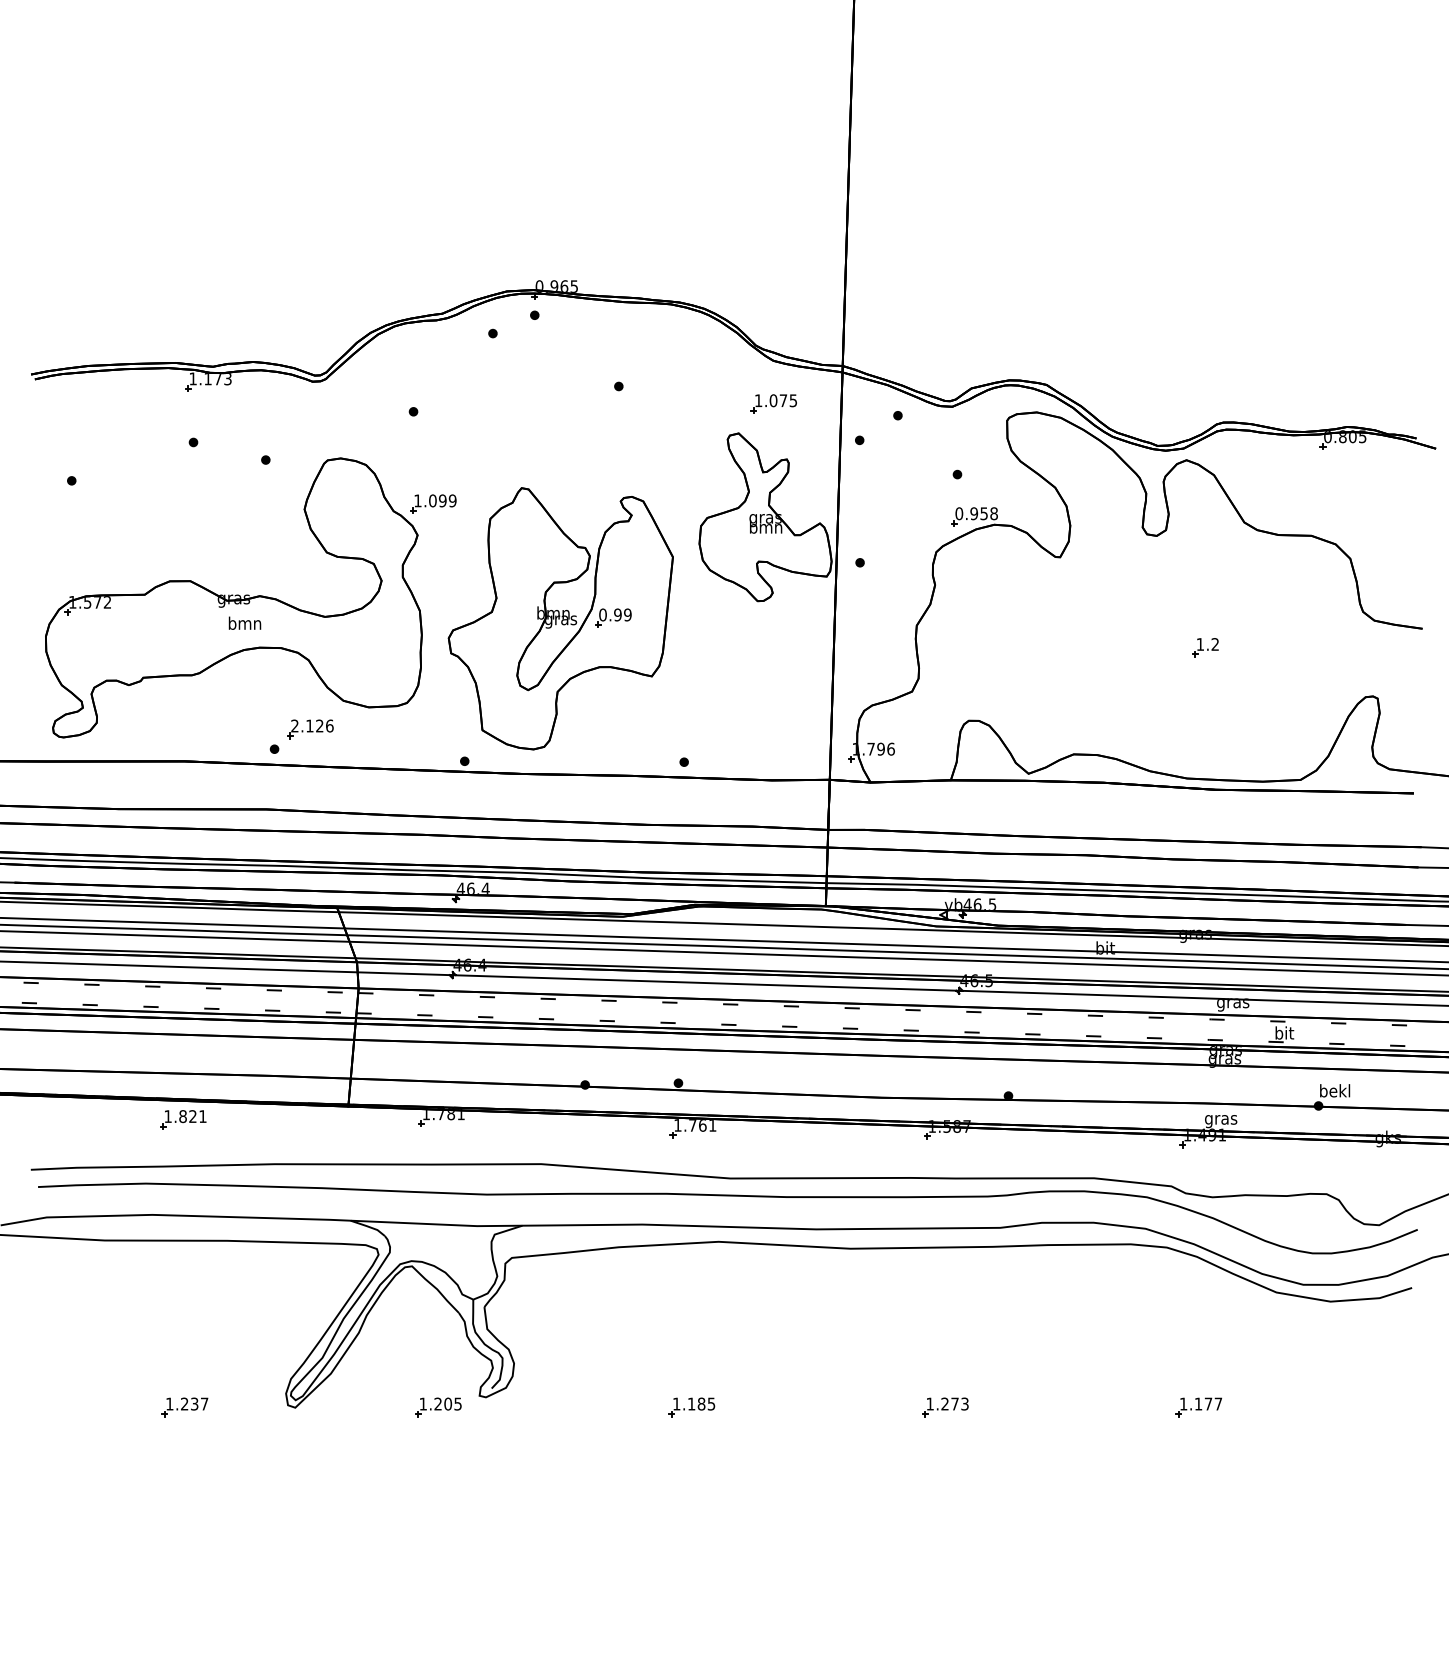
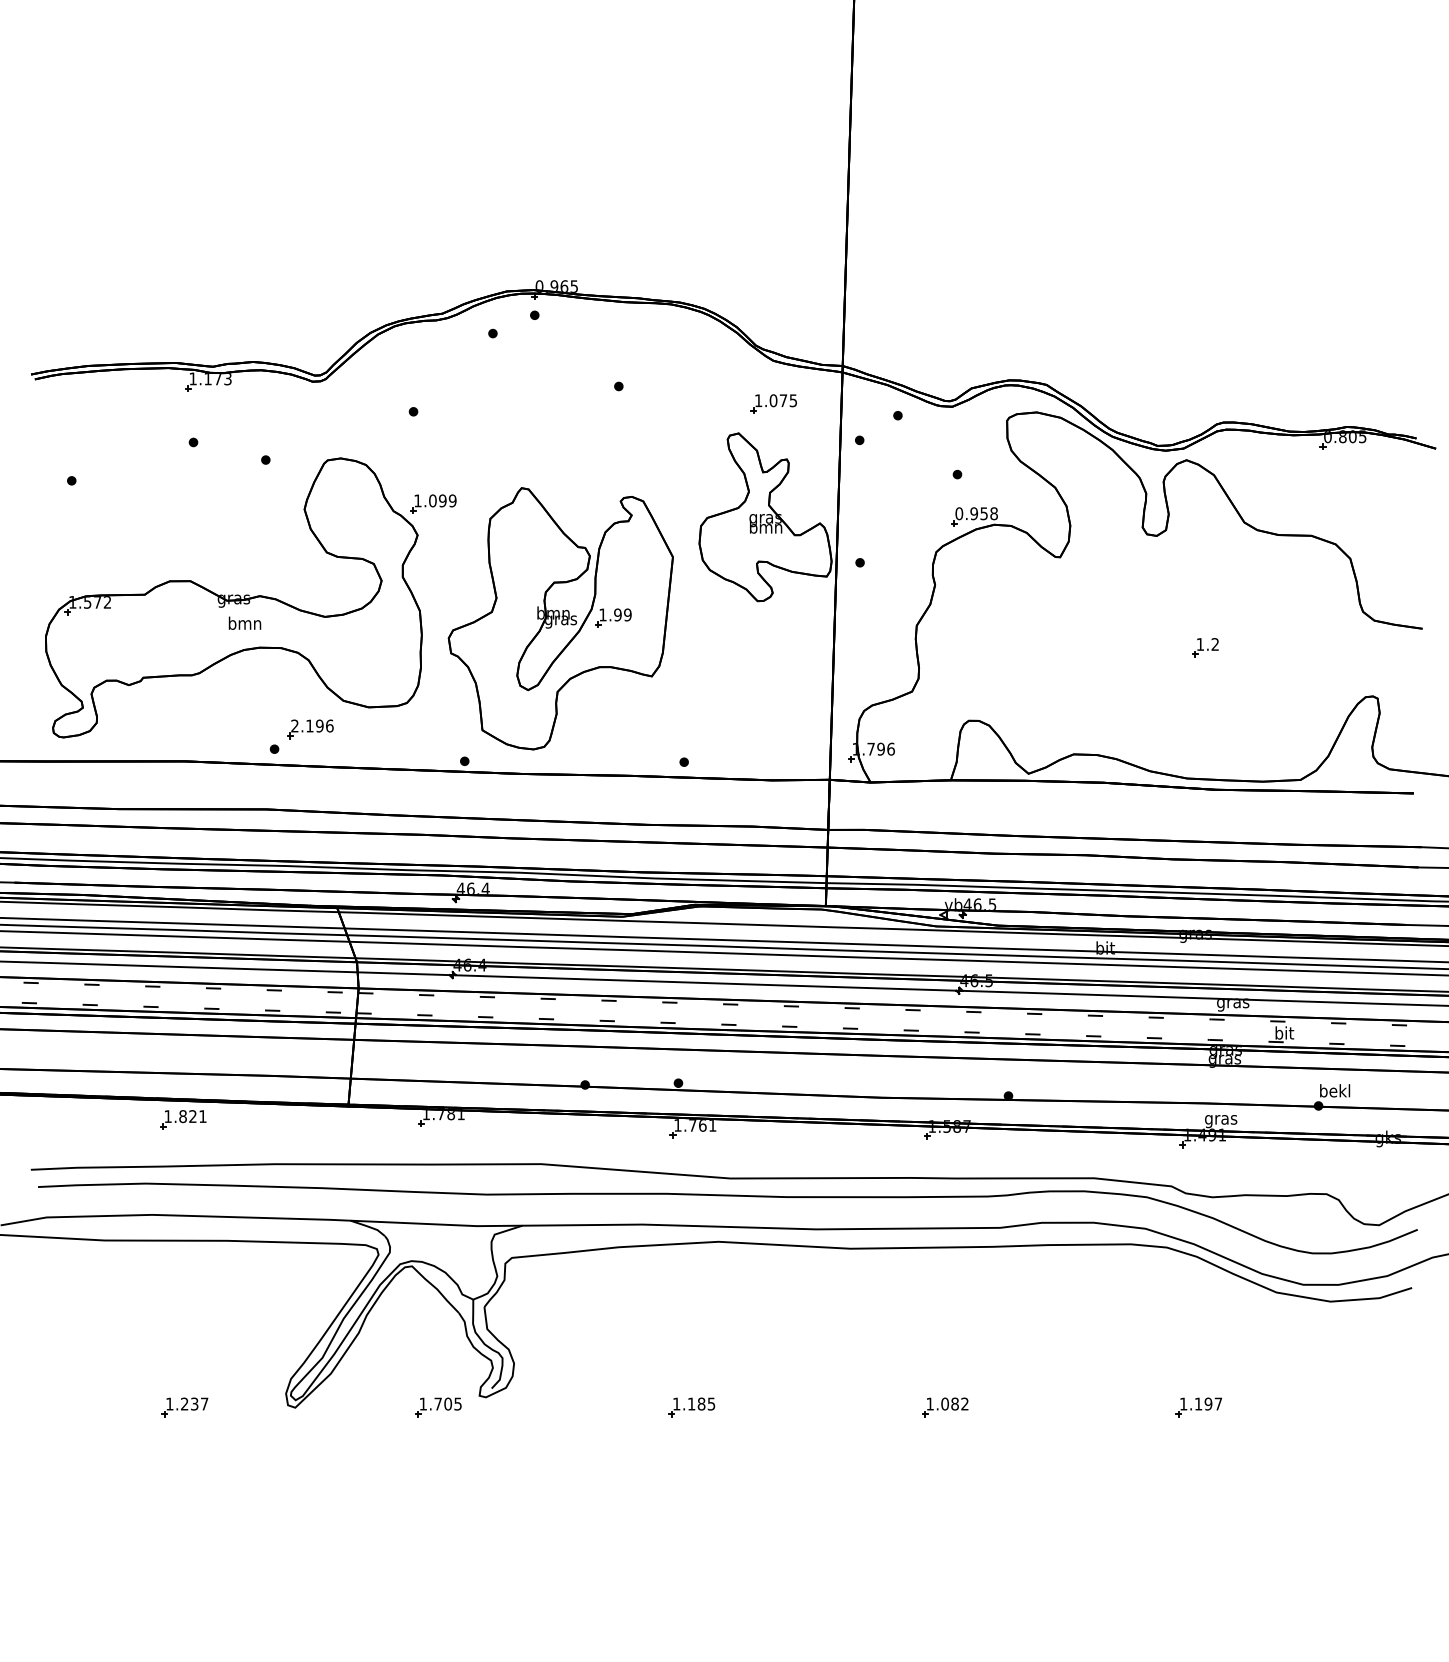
text at (602, 614): 0.99 -> 1.99
text at (319, 725): 2.126 -> 2.196
text at (437, 1403): 1.205 -> 1.705
text at (954, 1403): 1.273 -> 1.082
text at (1208, 1403): 1.177 -> 1.197
